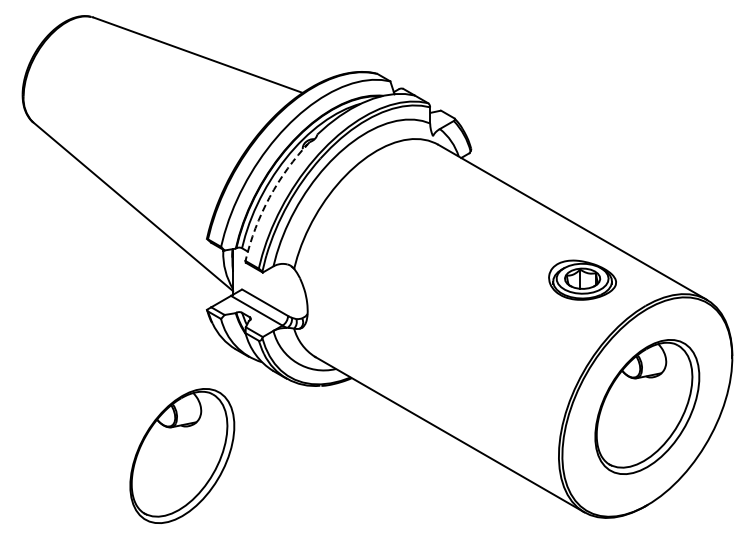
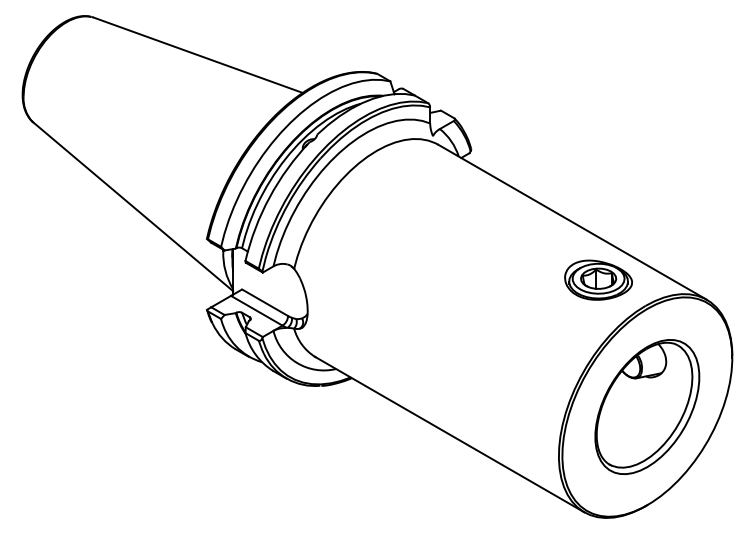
arc at (269, 197): dashed -> solid
part at (582, 279) position: (582, 279) -> (598, 279)
part at (182, 455): present -> none
